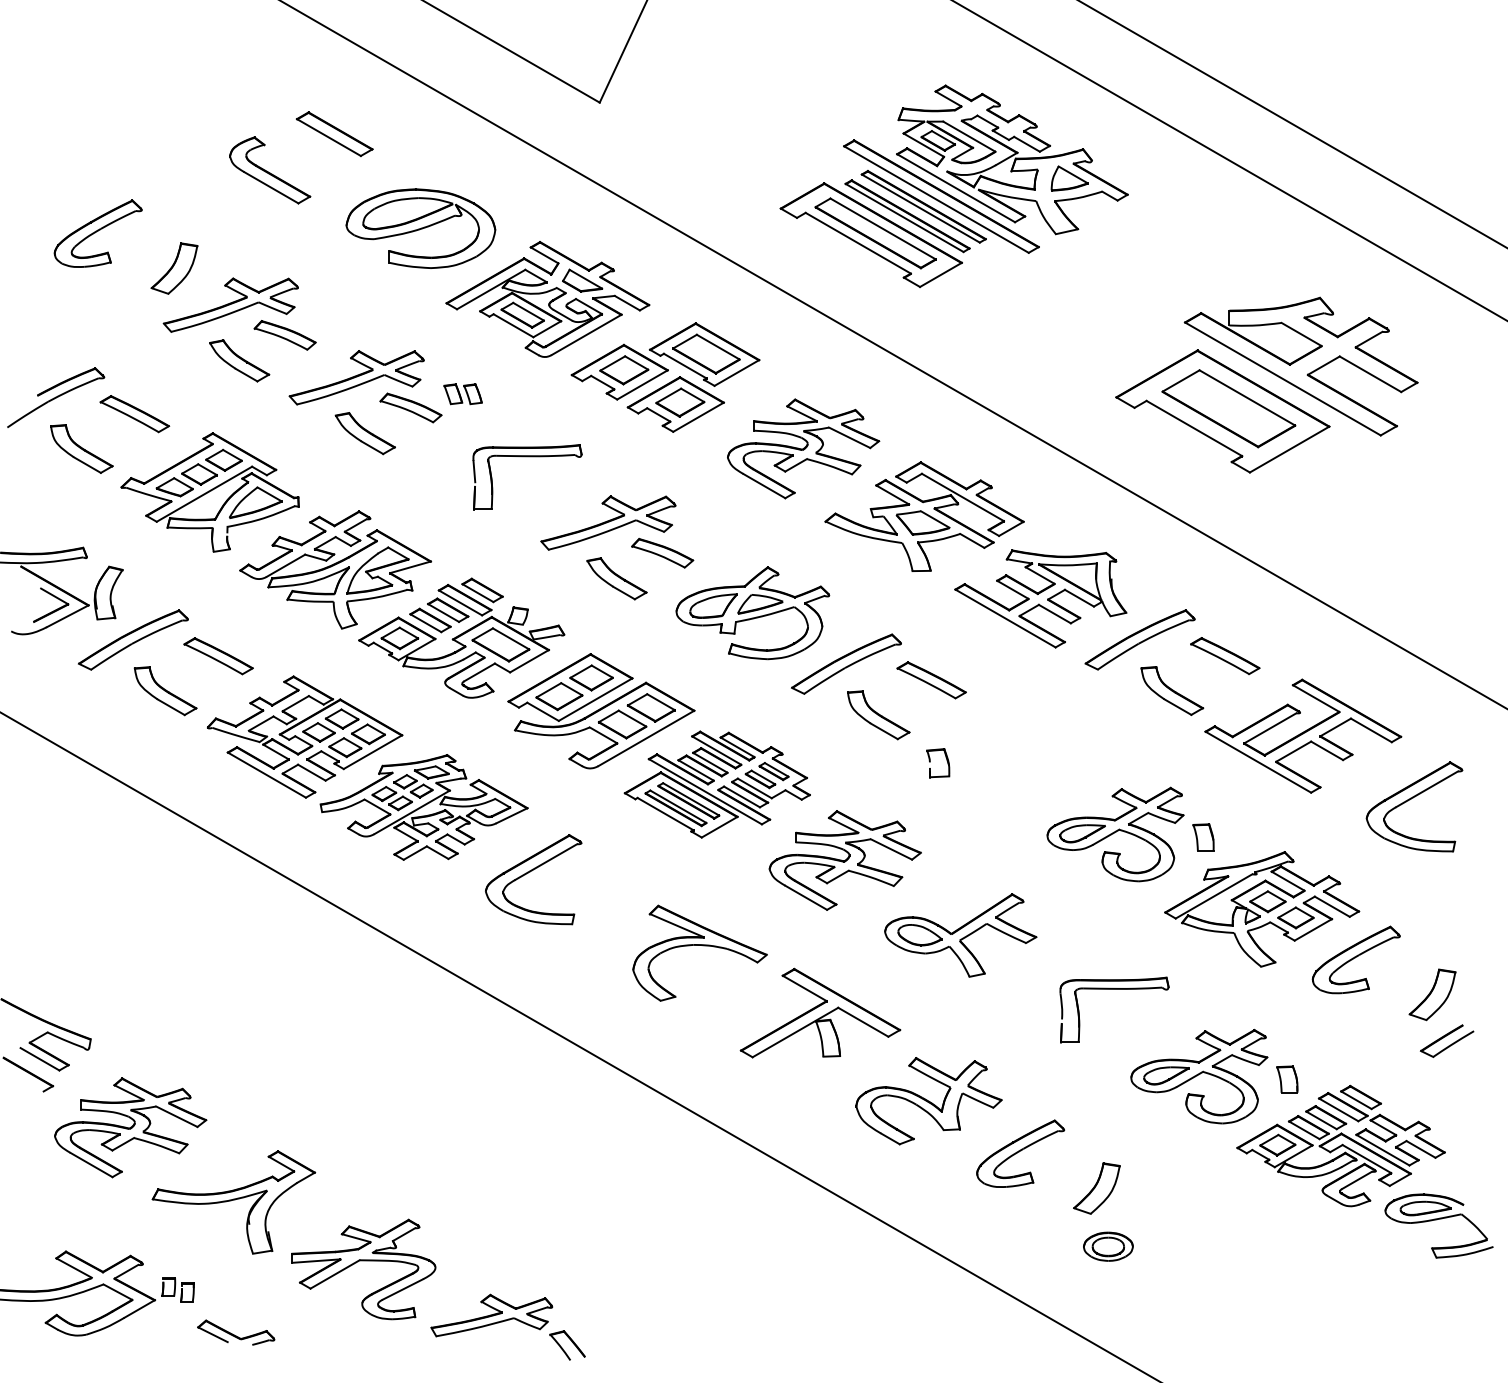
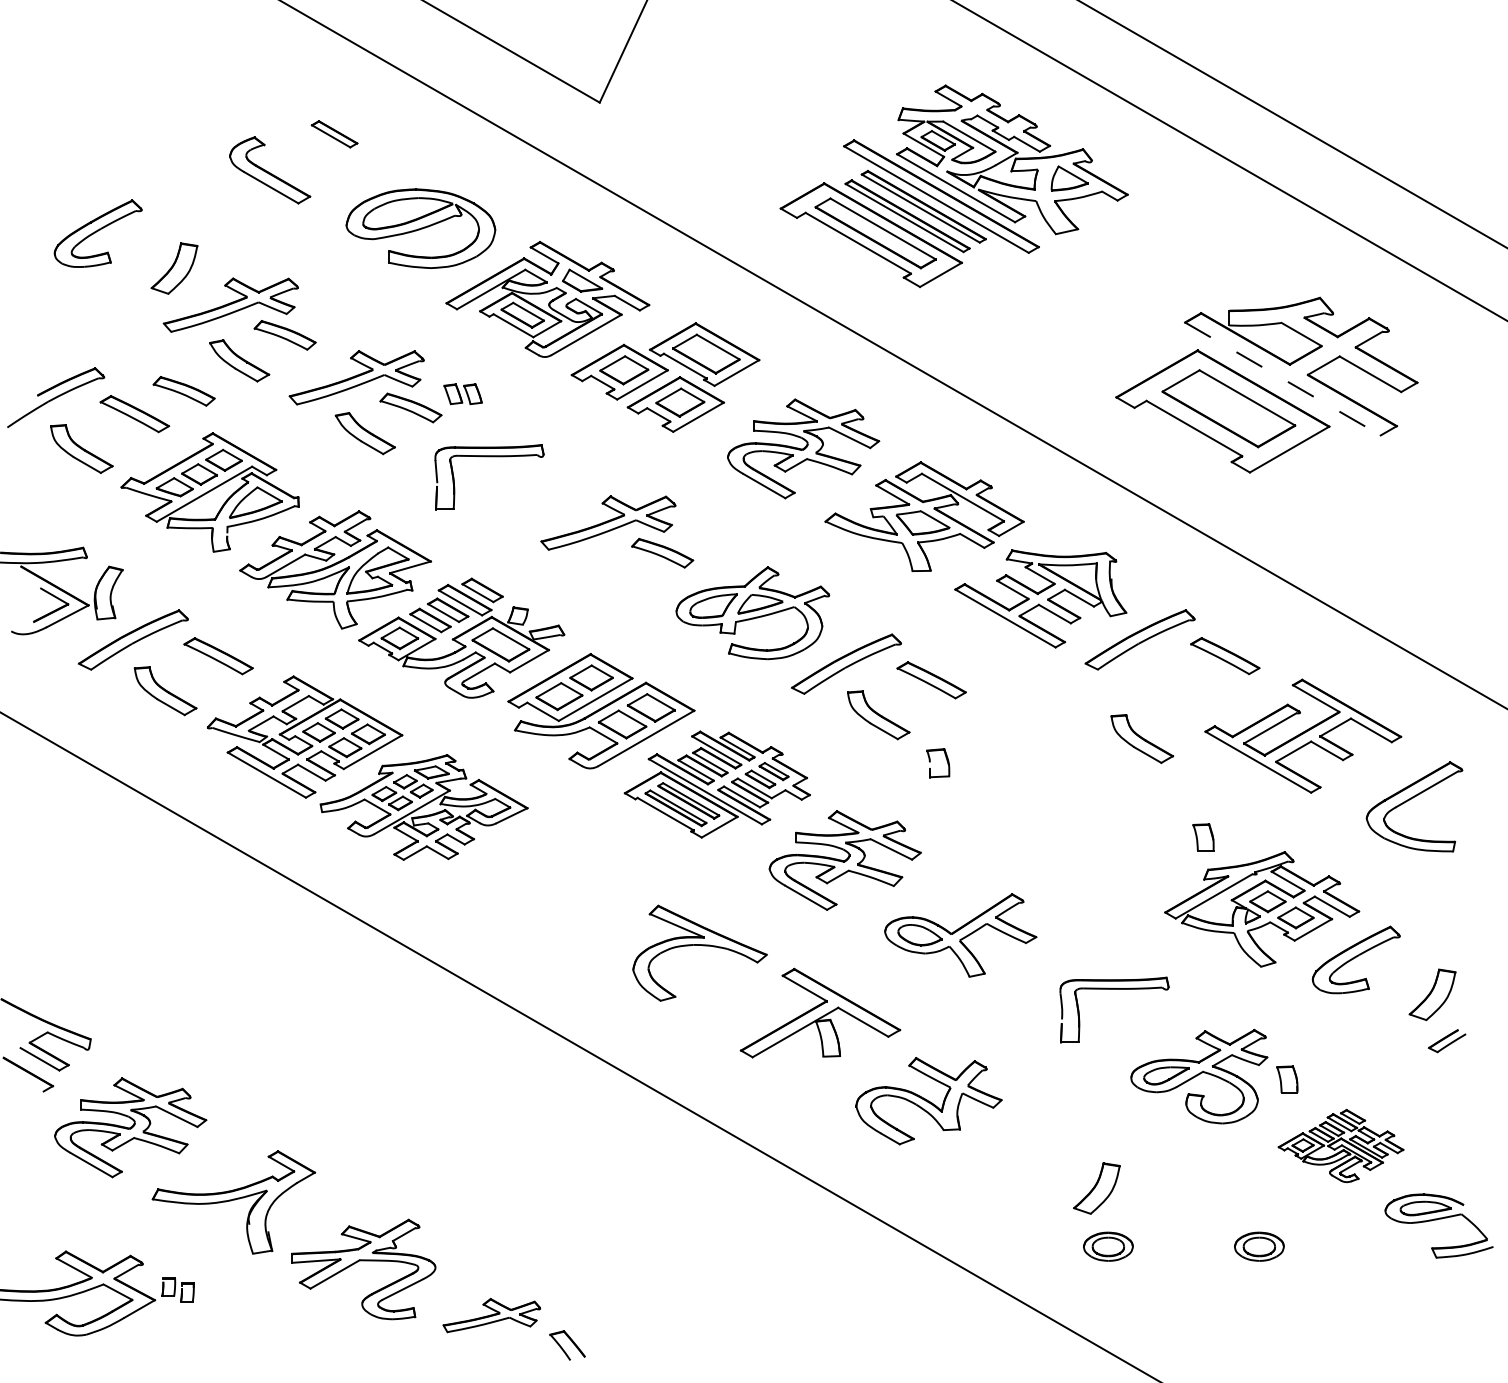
part at (334, 134) size: 79x47 px -> 49x29 px
line at (1282, 378): solid -> dashed
part at (183, 391): none -> present
part at (527, 457) position: (527, 457) -> (489, 457)
part at (616, 578): present -> none
part at (1172, 690) position: (1172, 690) -> (1142, 738)
part at (1115, 834): present -> none
part at (530, 872): present -> none
part at (1447, 1040) size: 55x34 px -> 40x25 px
part at (1340, 1145) size: 210x124 px -> 128x76 px
part at (1020, 1153): present -> none
part at (1259, 1246): none -> present
part at (491, 1315) size: 124x45 px -> 100x36 px
part at (236, 1332): present -> none
